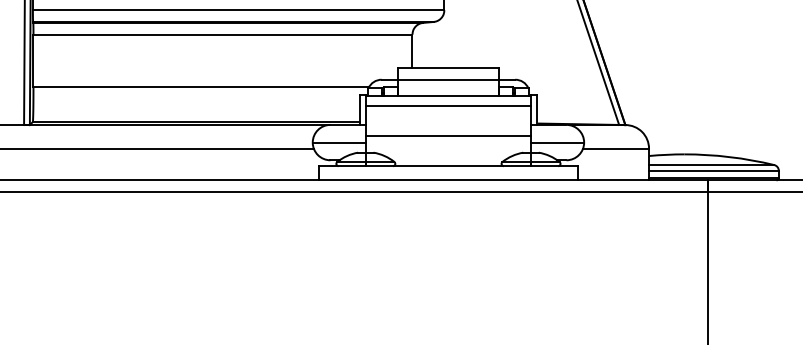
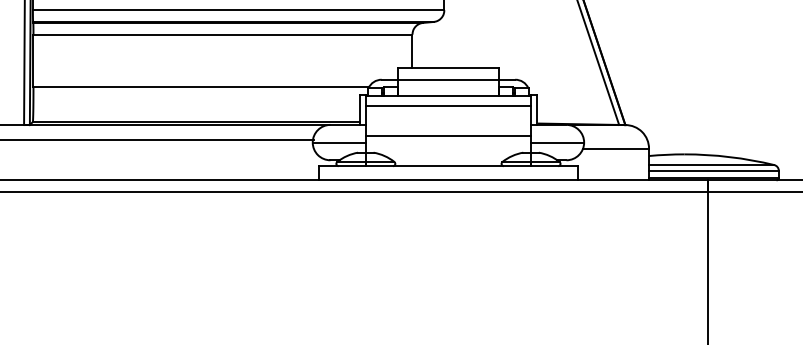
line at (157, 148) position: (157, 148) -> (157, 139)
